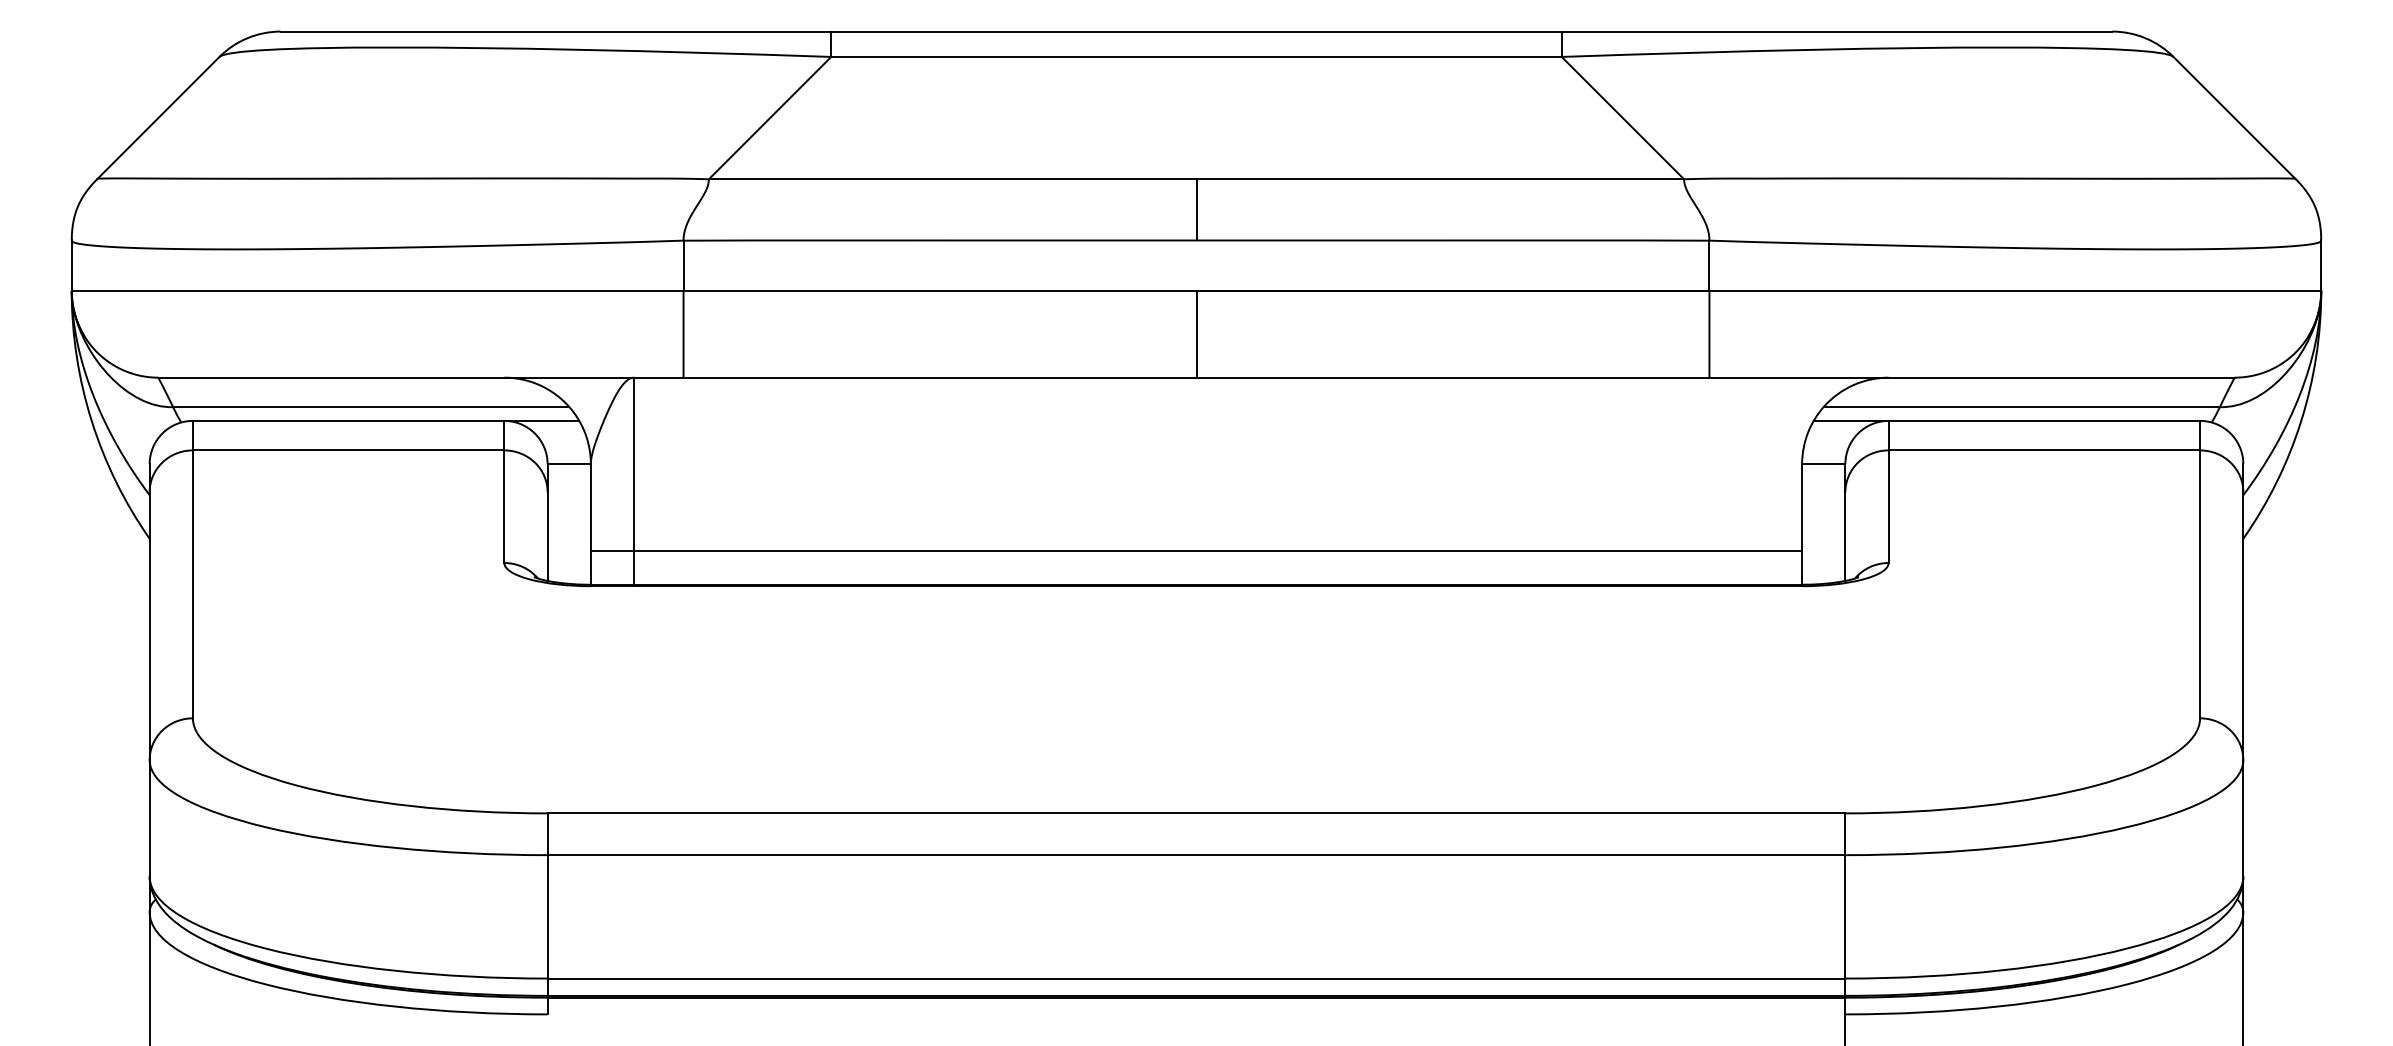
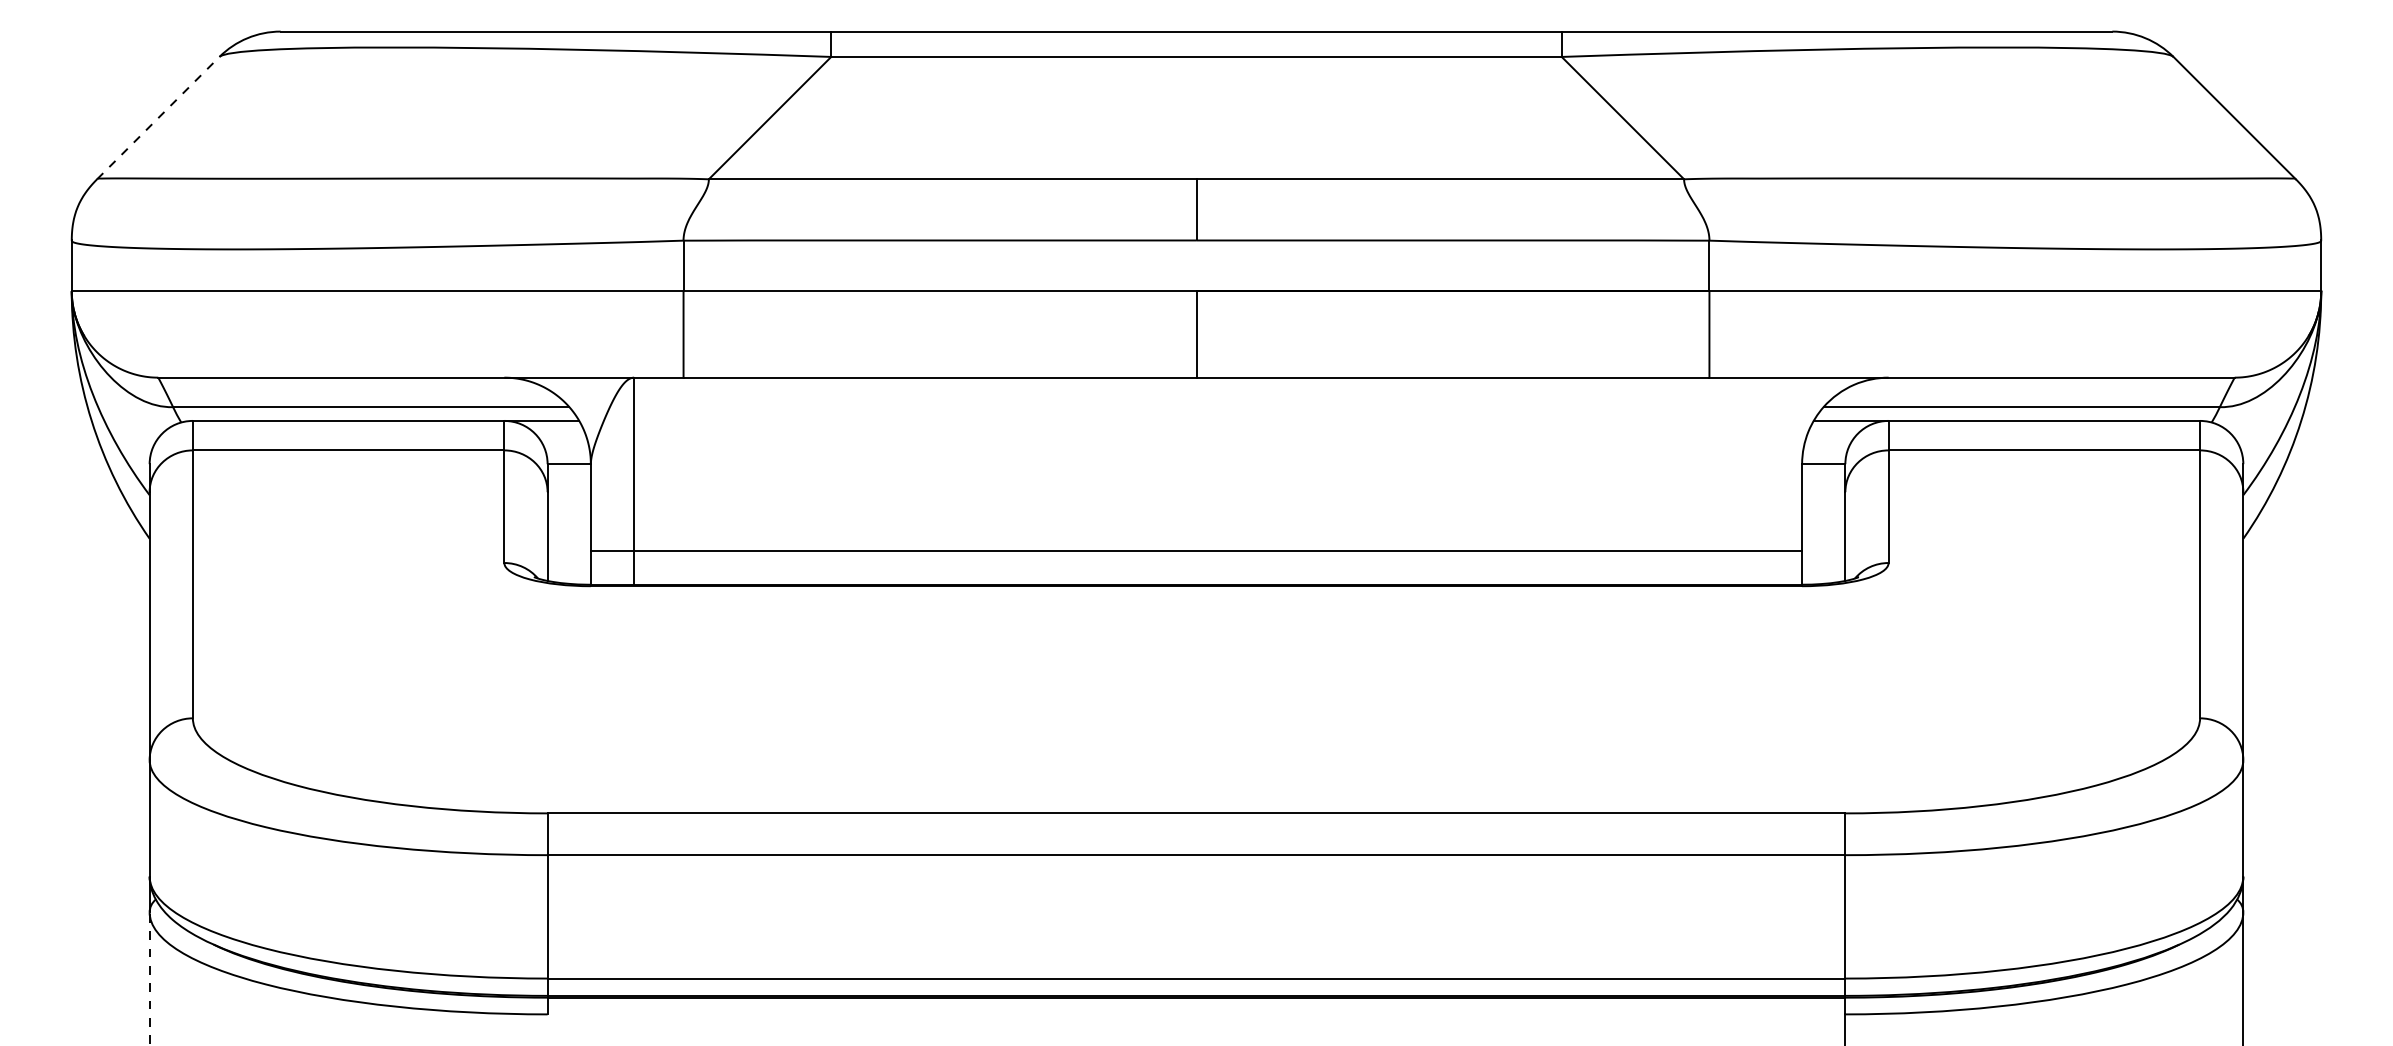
line at (158, 118): solid -> dashed
line at (149, 978): solid -> dashed
